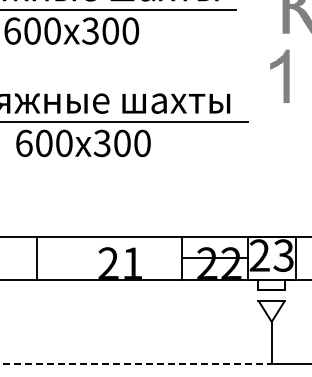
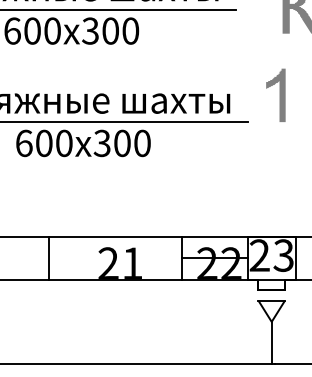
part at (279, 75) position: (279, 75) -> (275, 94)
line at (37, 258) position: (37, 258) -> (49, 258)
line at (137, 364): dashed -> solid
